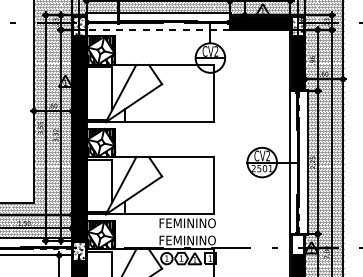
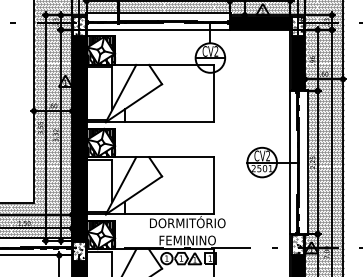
line at (158, 29): dashed -> solid
text at (187, 222): FEMININO -> DORMITÓRIO
hatch at (297, 244): none -> present
